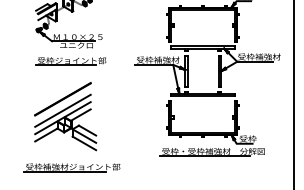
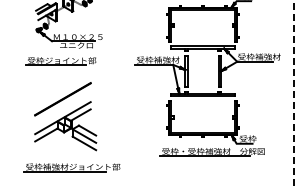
part at (70, 61) position: (70, 61) -> (60, 61)
line at (293, 95): solid -> dashed
line at (62, 110): present -> none
